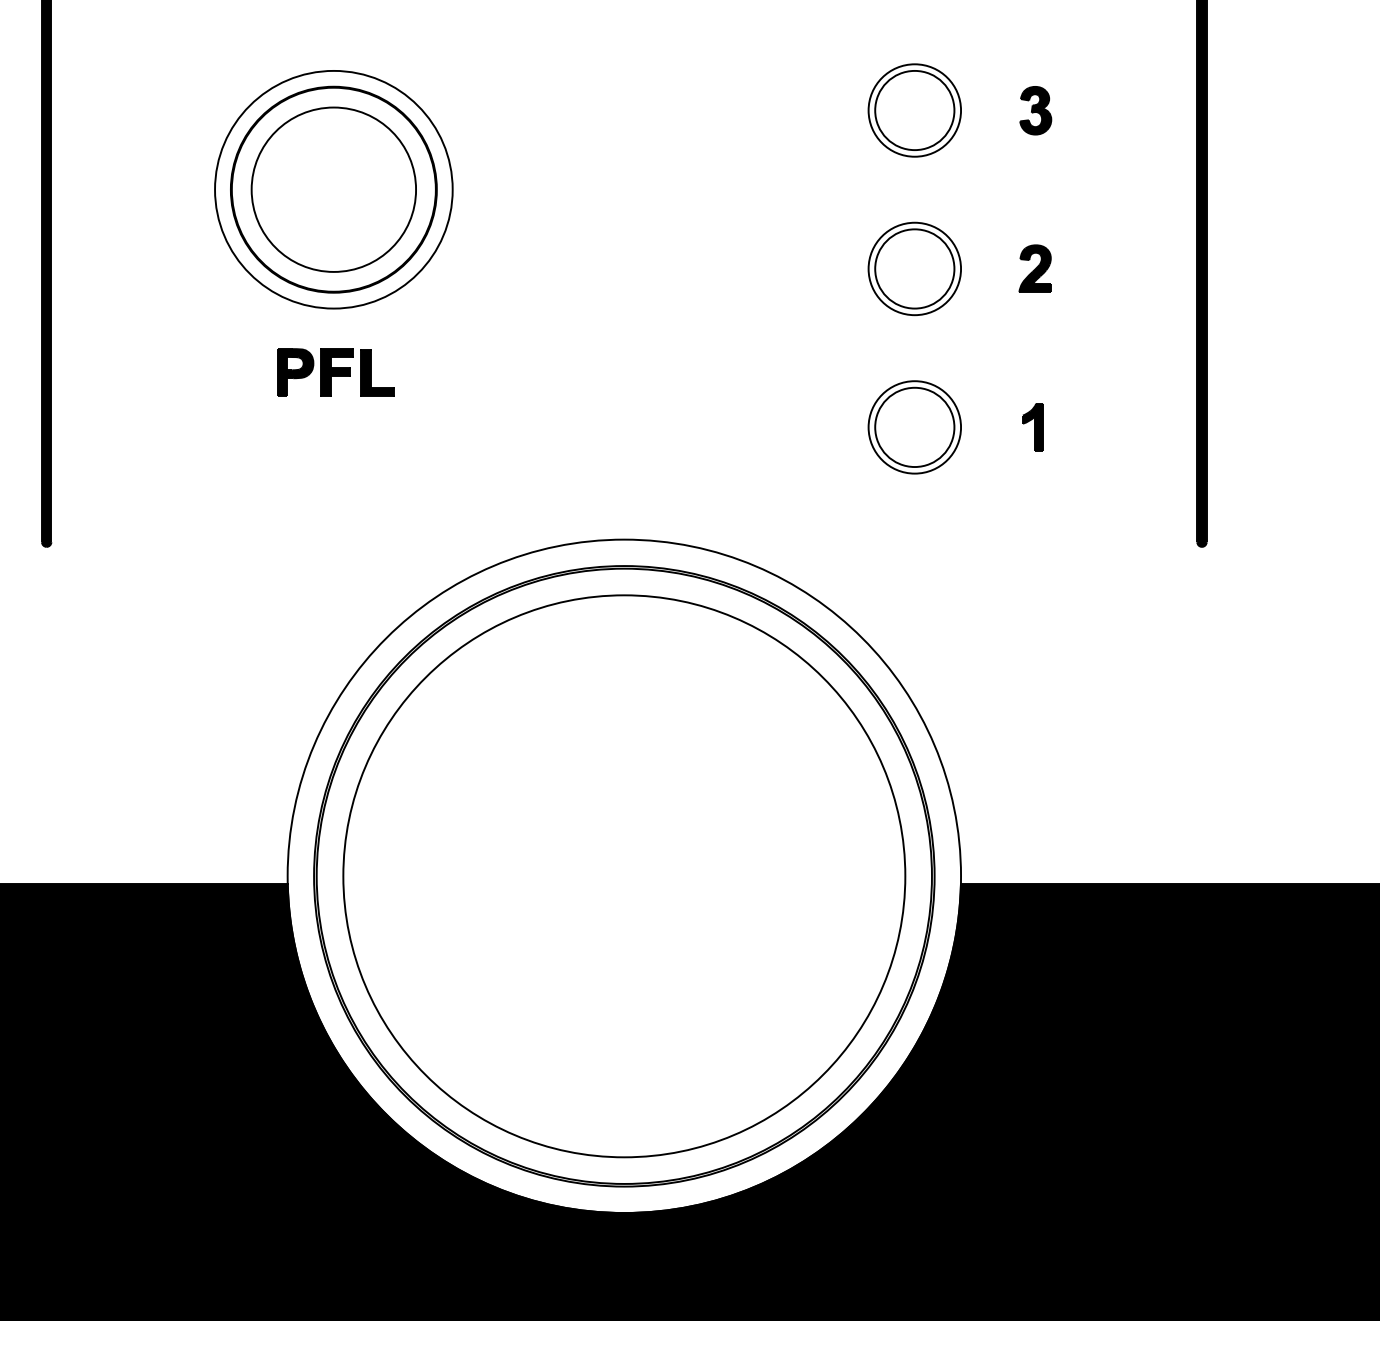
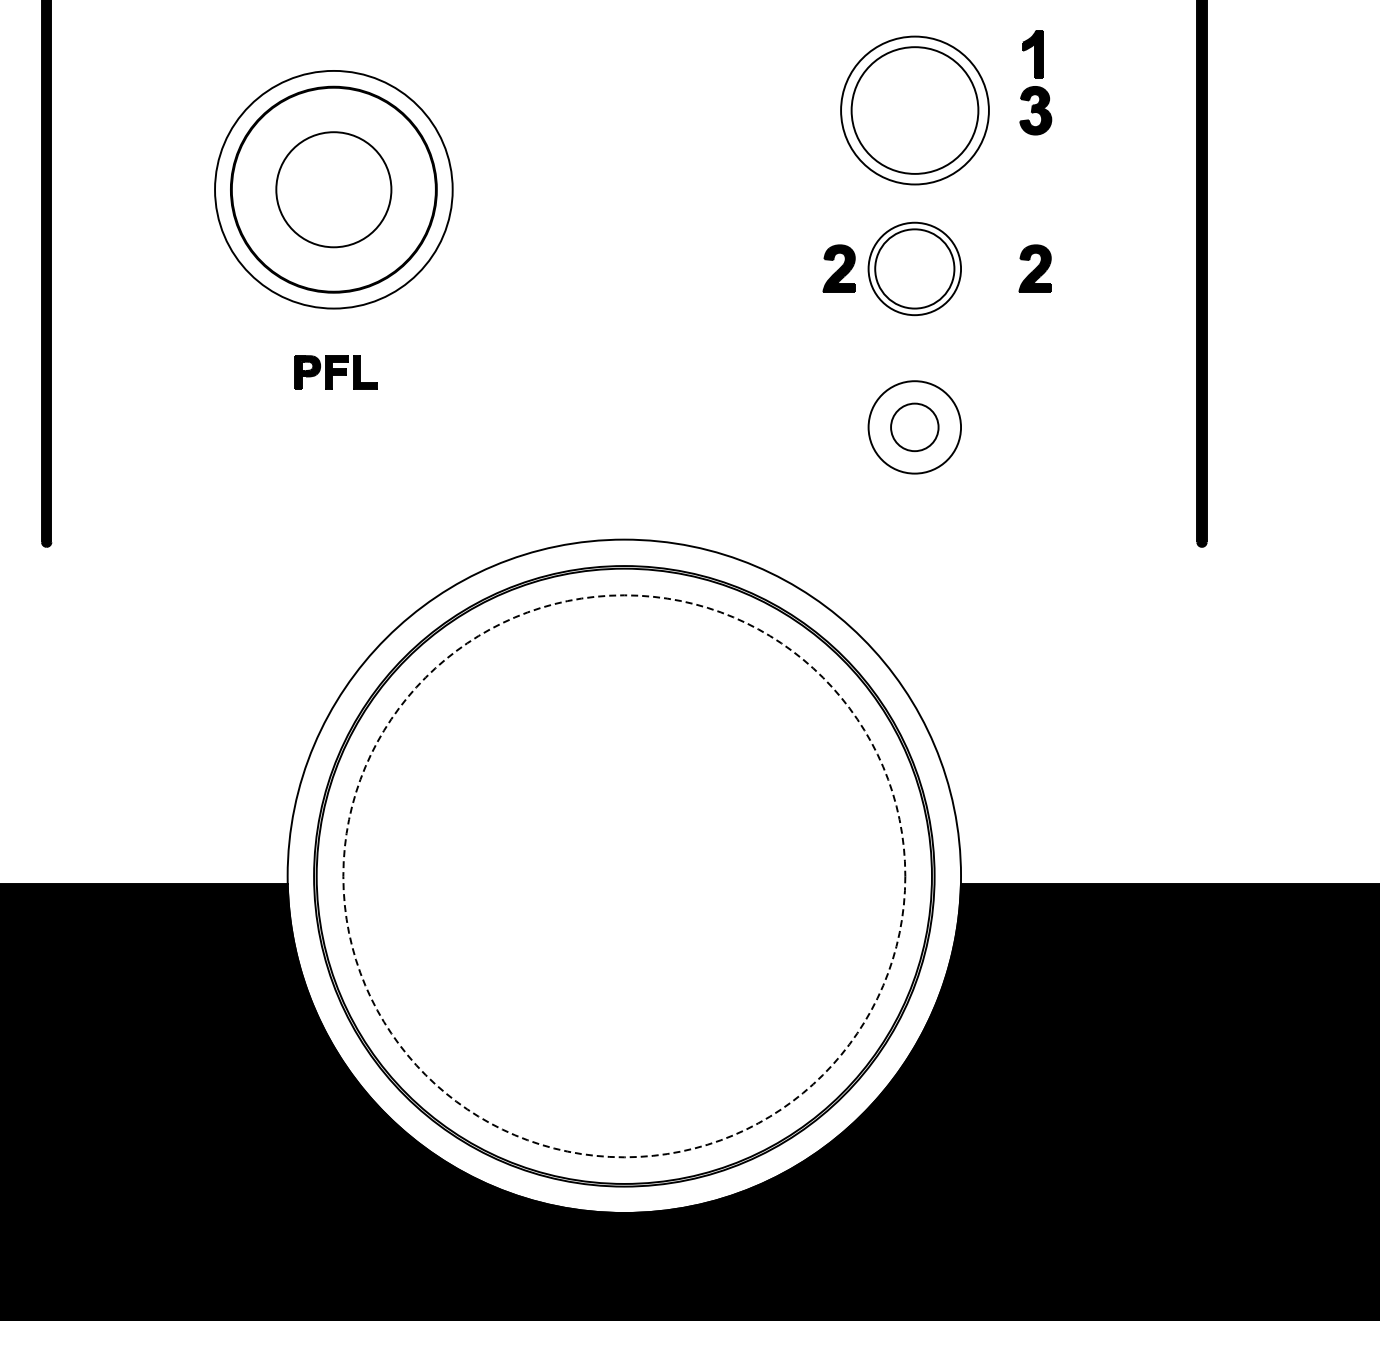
part at (914, 110) size: 95x95 px -> 150x151 px
circle at (333, 189) diameter: 164 px -> 115 px
part at (838, 268): none -> present
part at (335, 372) size: 118x49 px -> 84x35 px
circle at (914, 427) diameter: 79 px -> 48 px
part at (1032, 427) position: (1032, 427) -> (1032, 54)
circle at (624, 876): solid -> dashed
